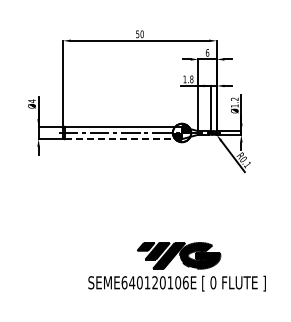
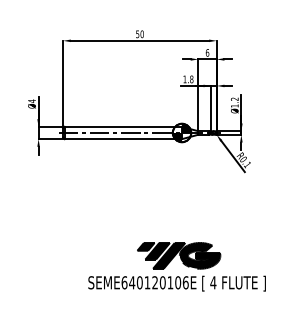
line at (123, 139): dashed -> solid
text at (213, 282): 0 -> 4
